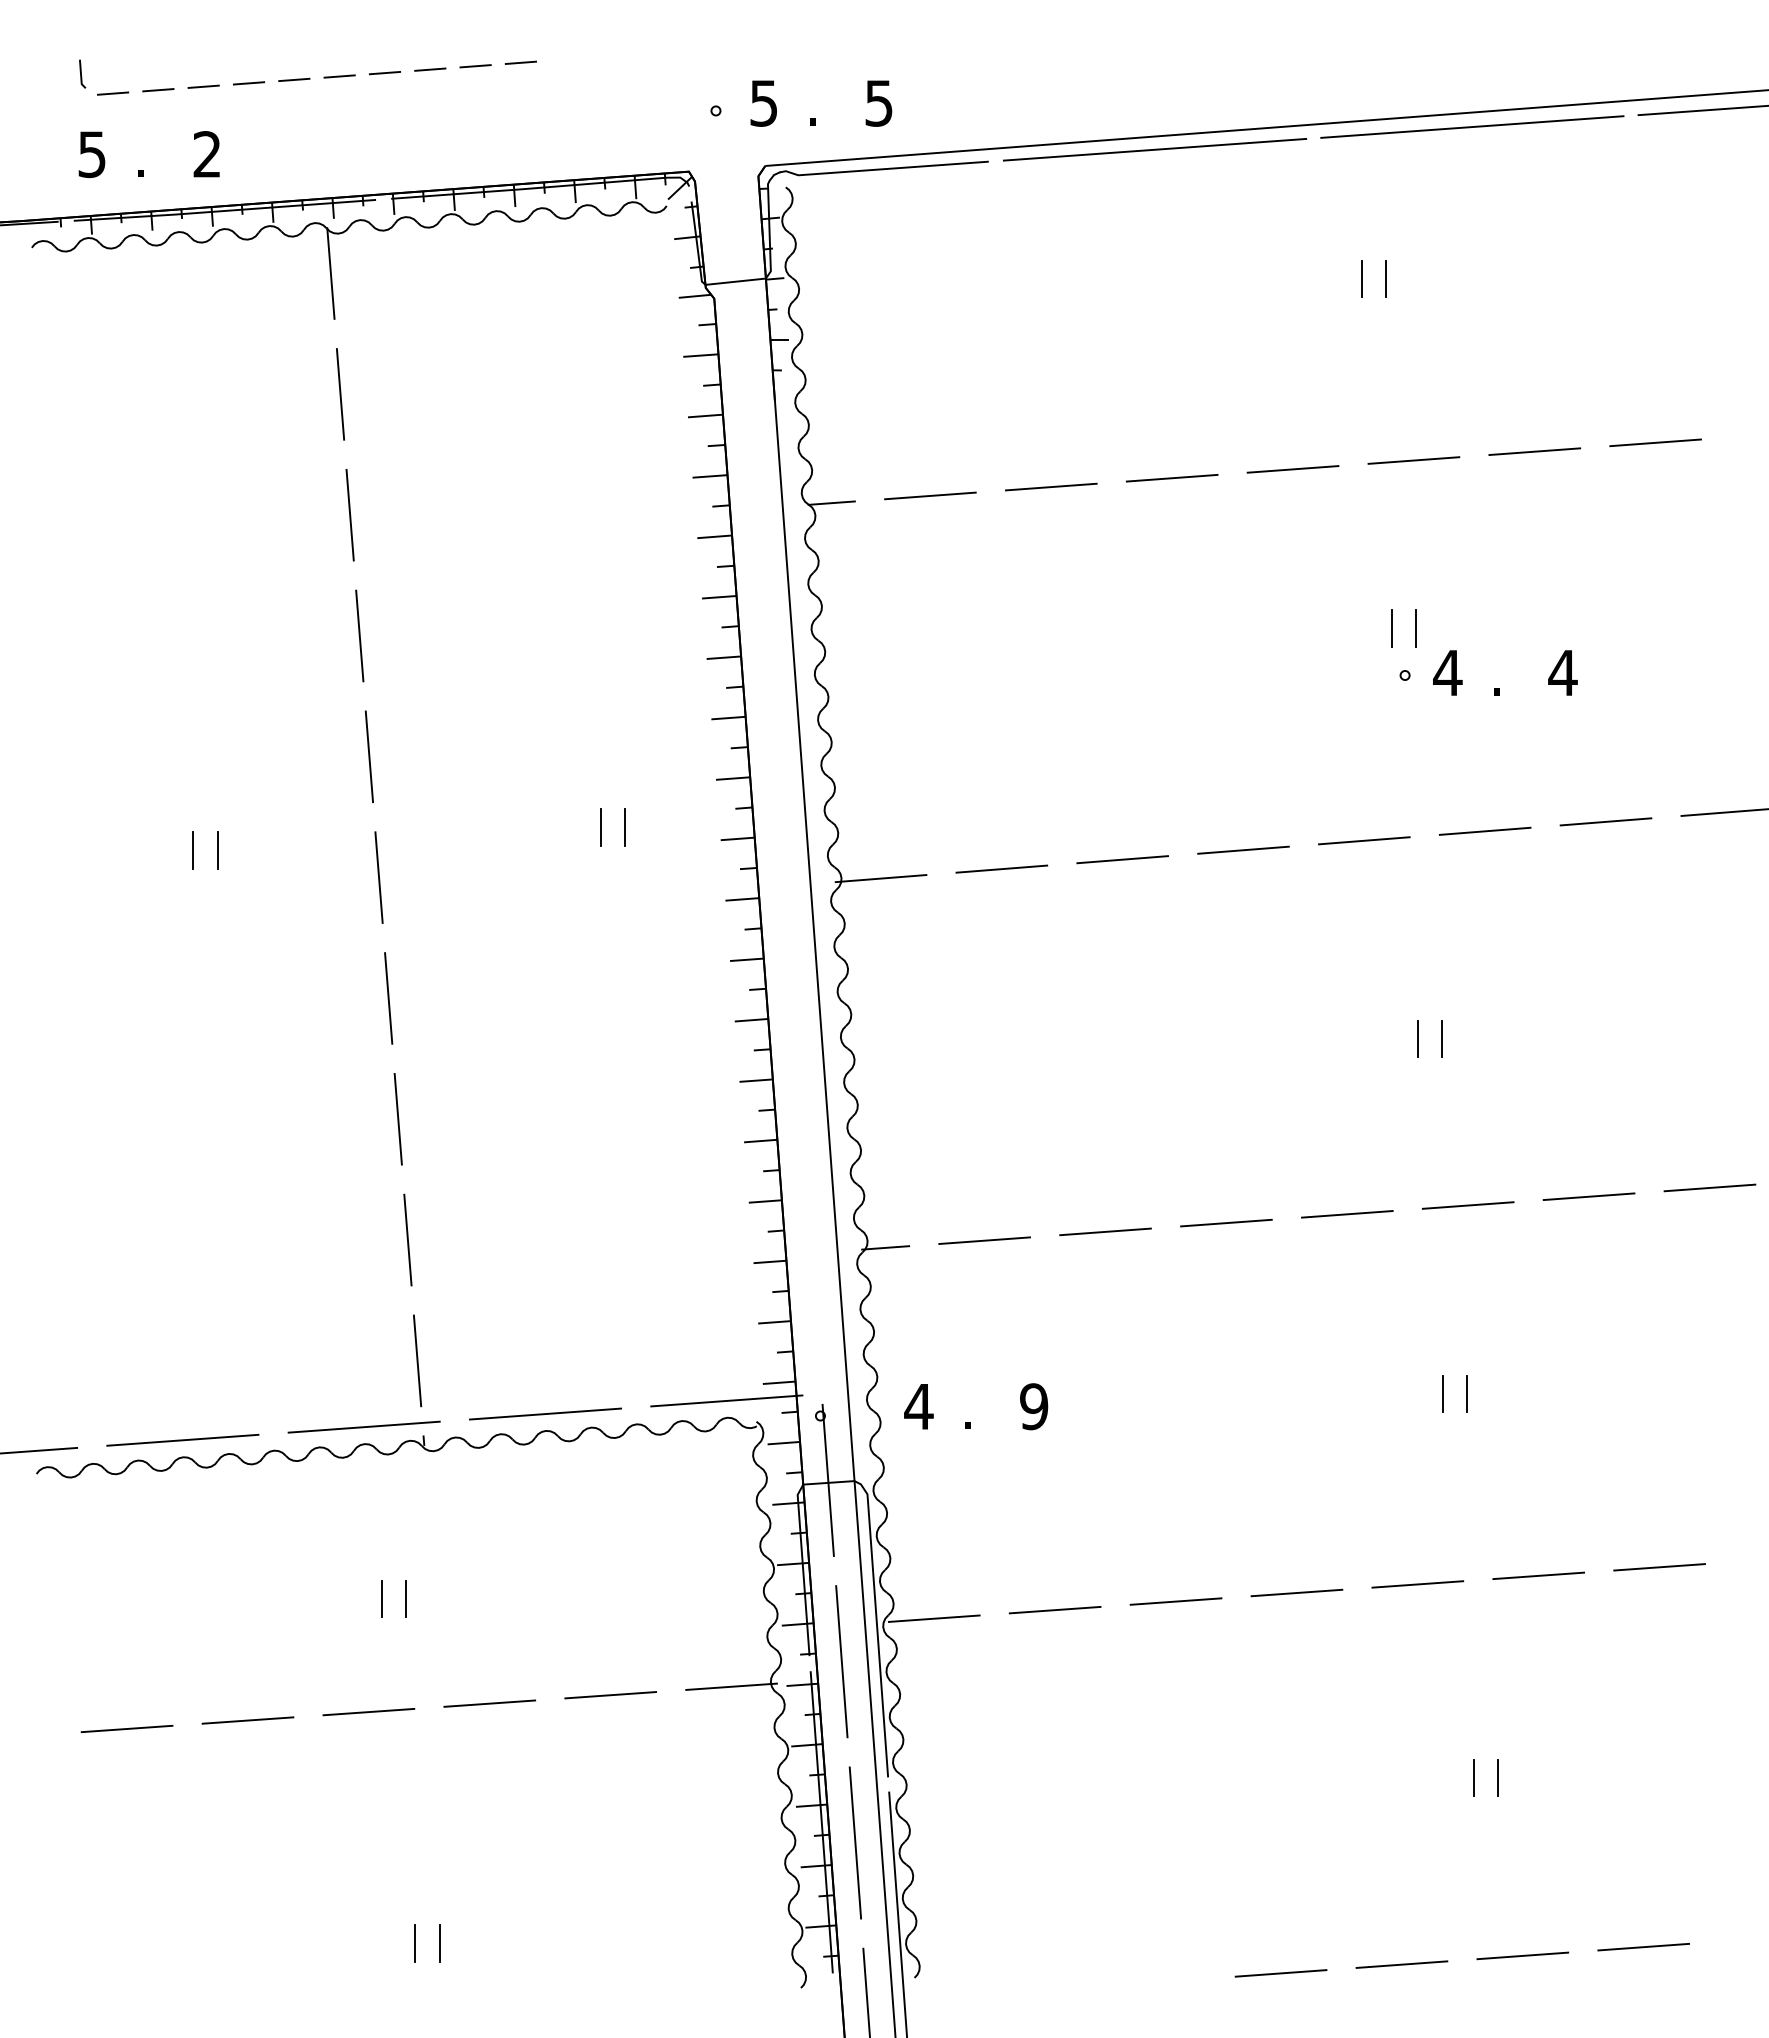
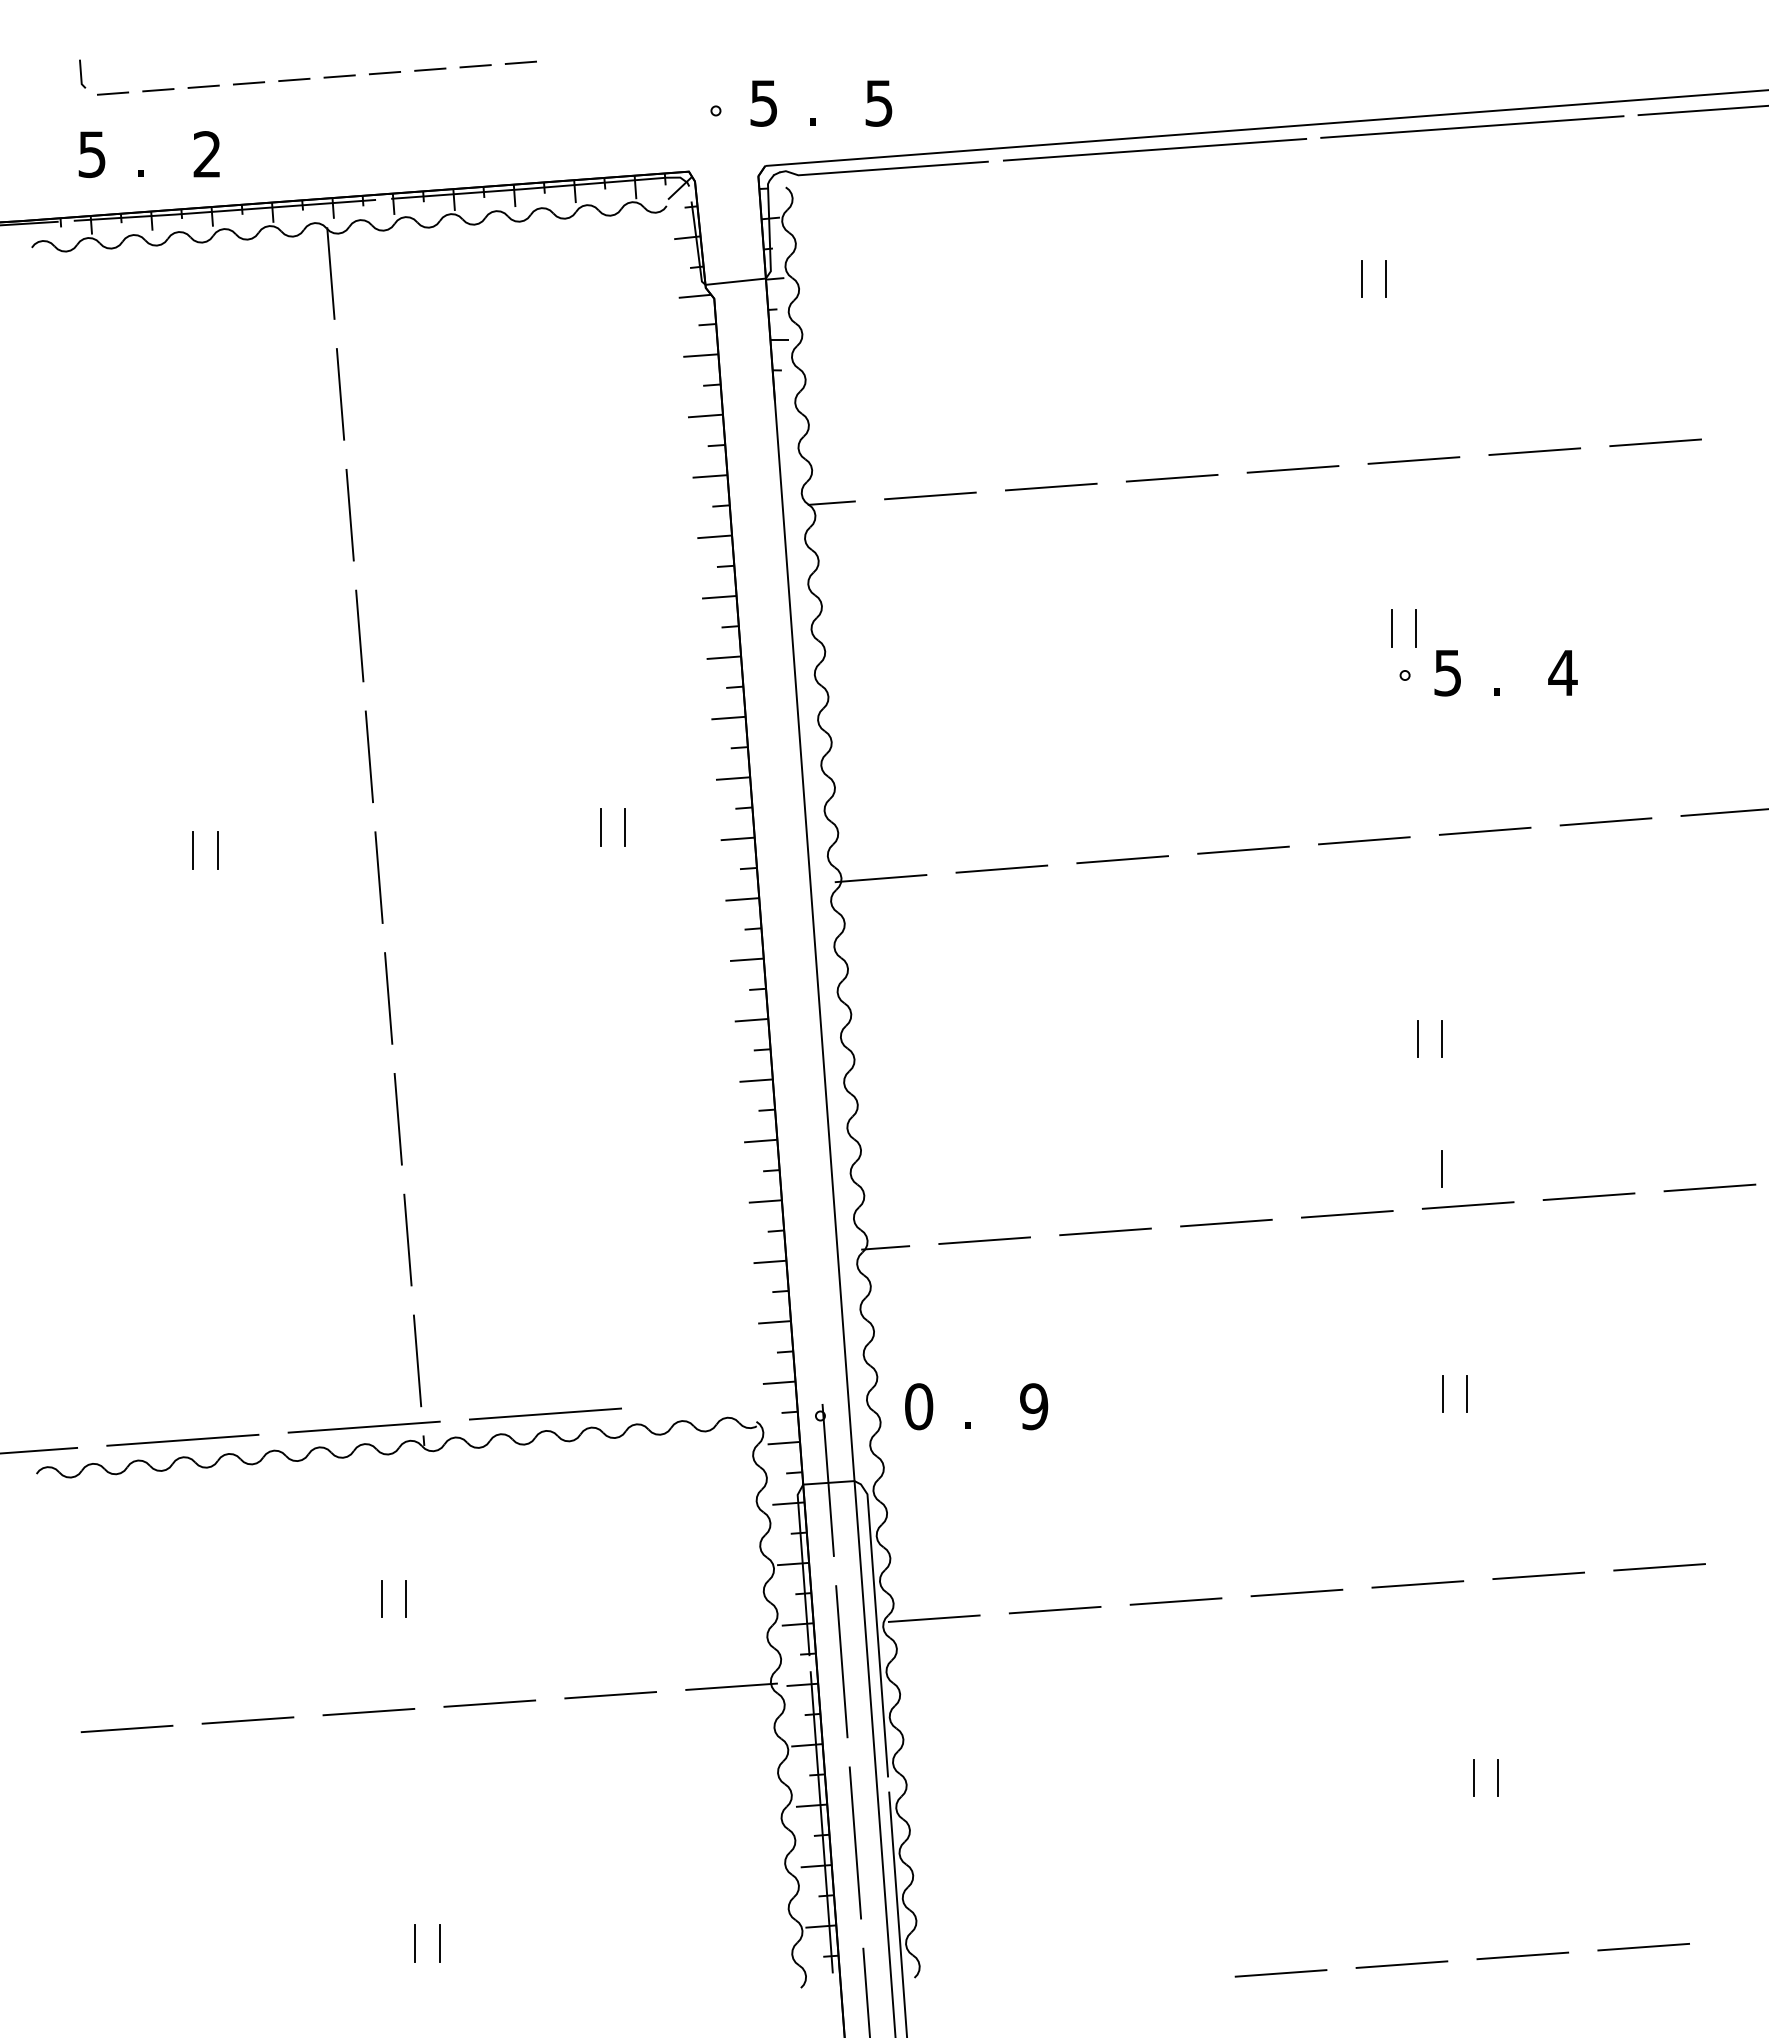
text at (1447, 673): 4 -> 5
line at (1441, 1168): none -> present
line at (726, 1400): present -> none
text at (918, 1406): 4 -> 0
